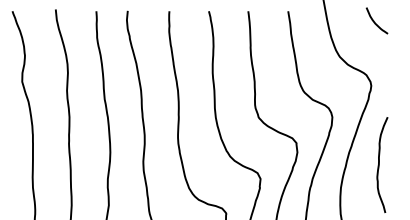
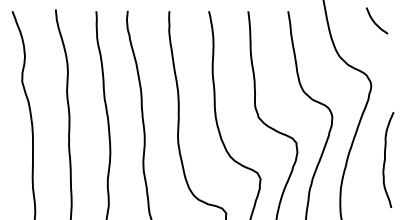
curve at (379, 164) position: (379, 164) -> (385, 159)
